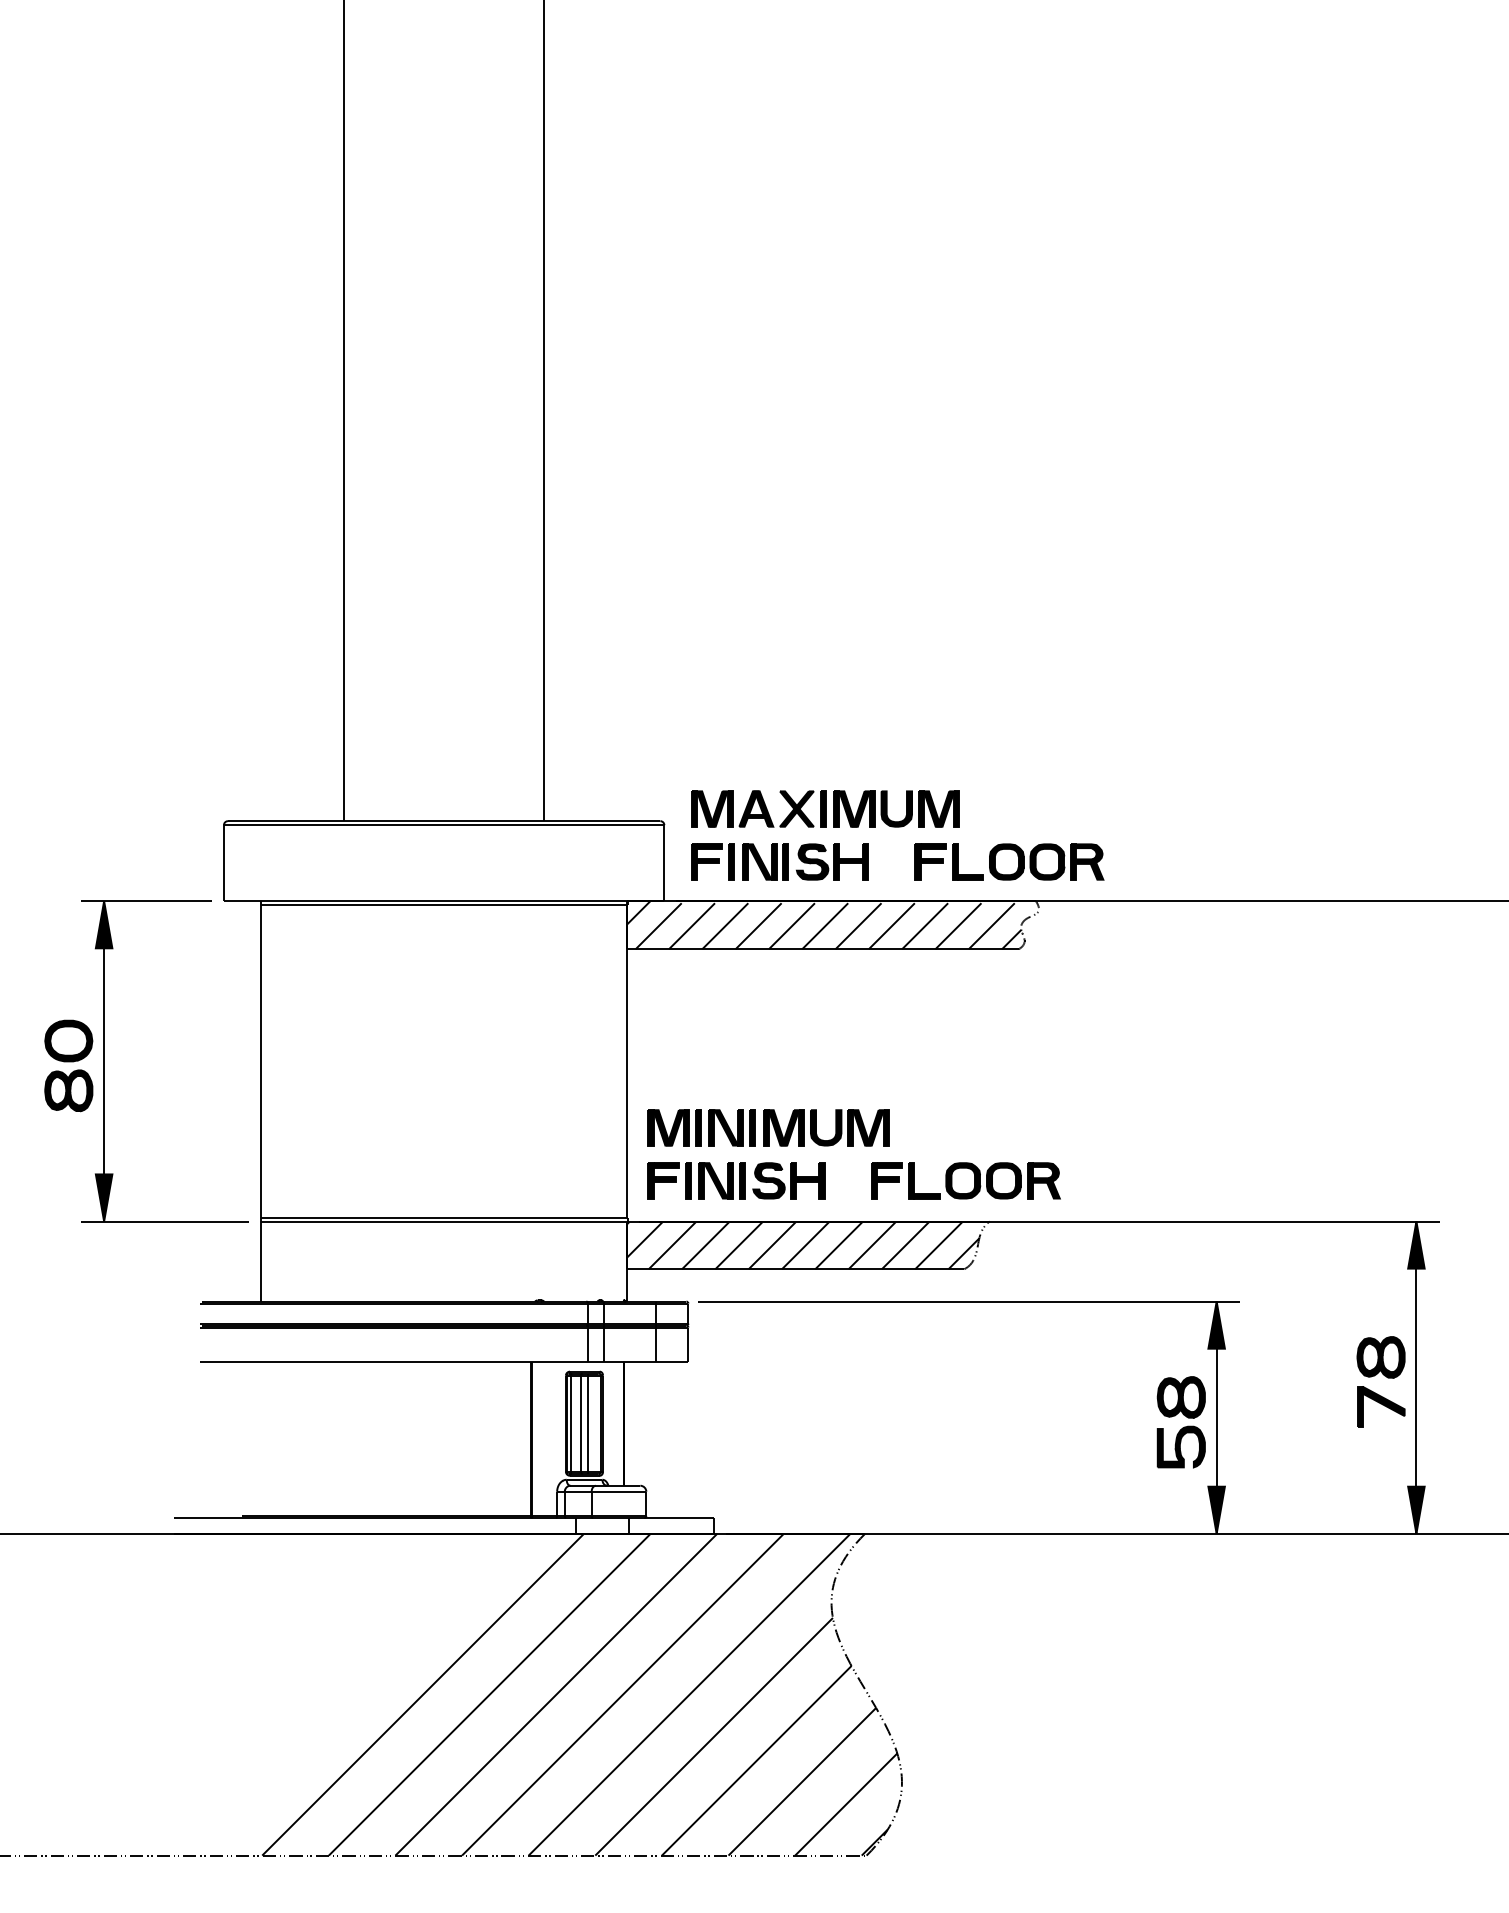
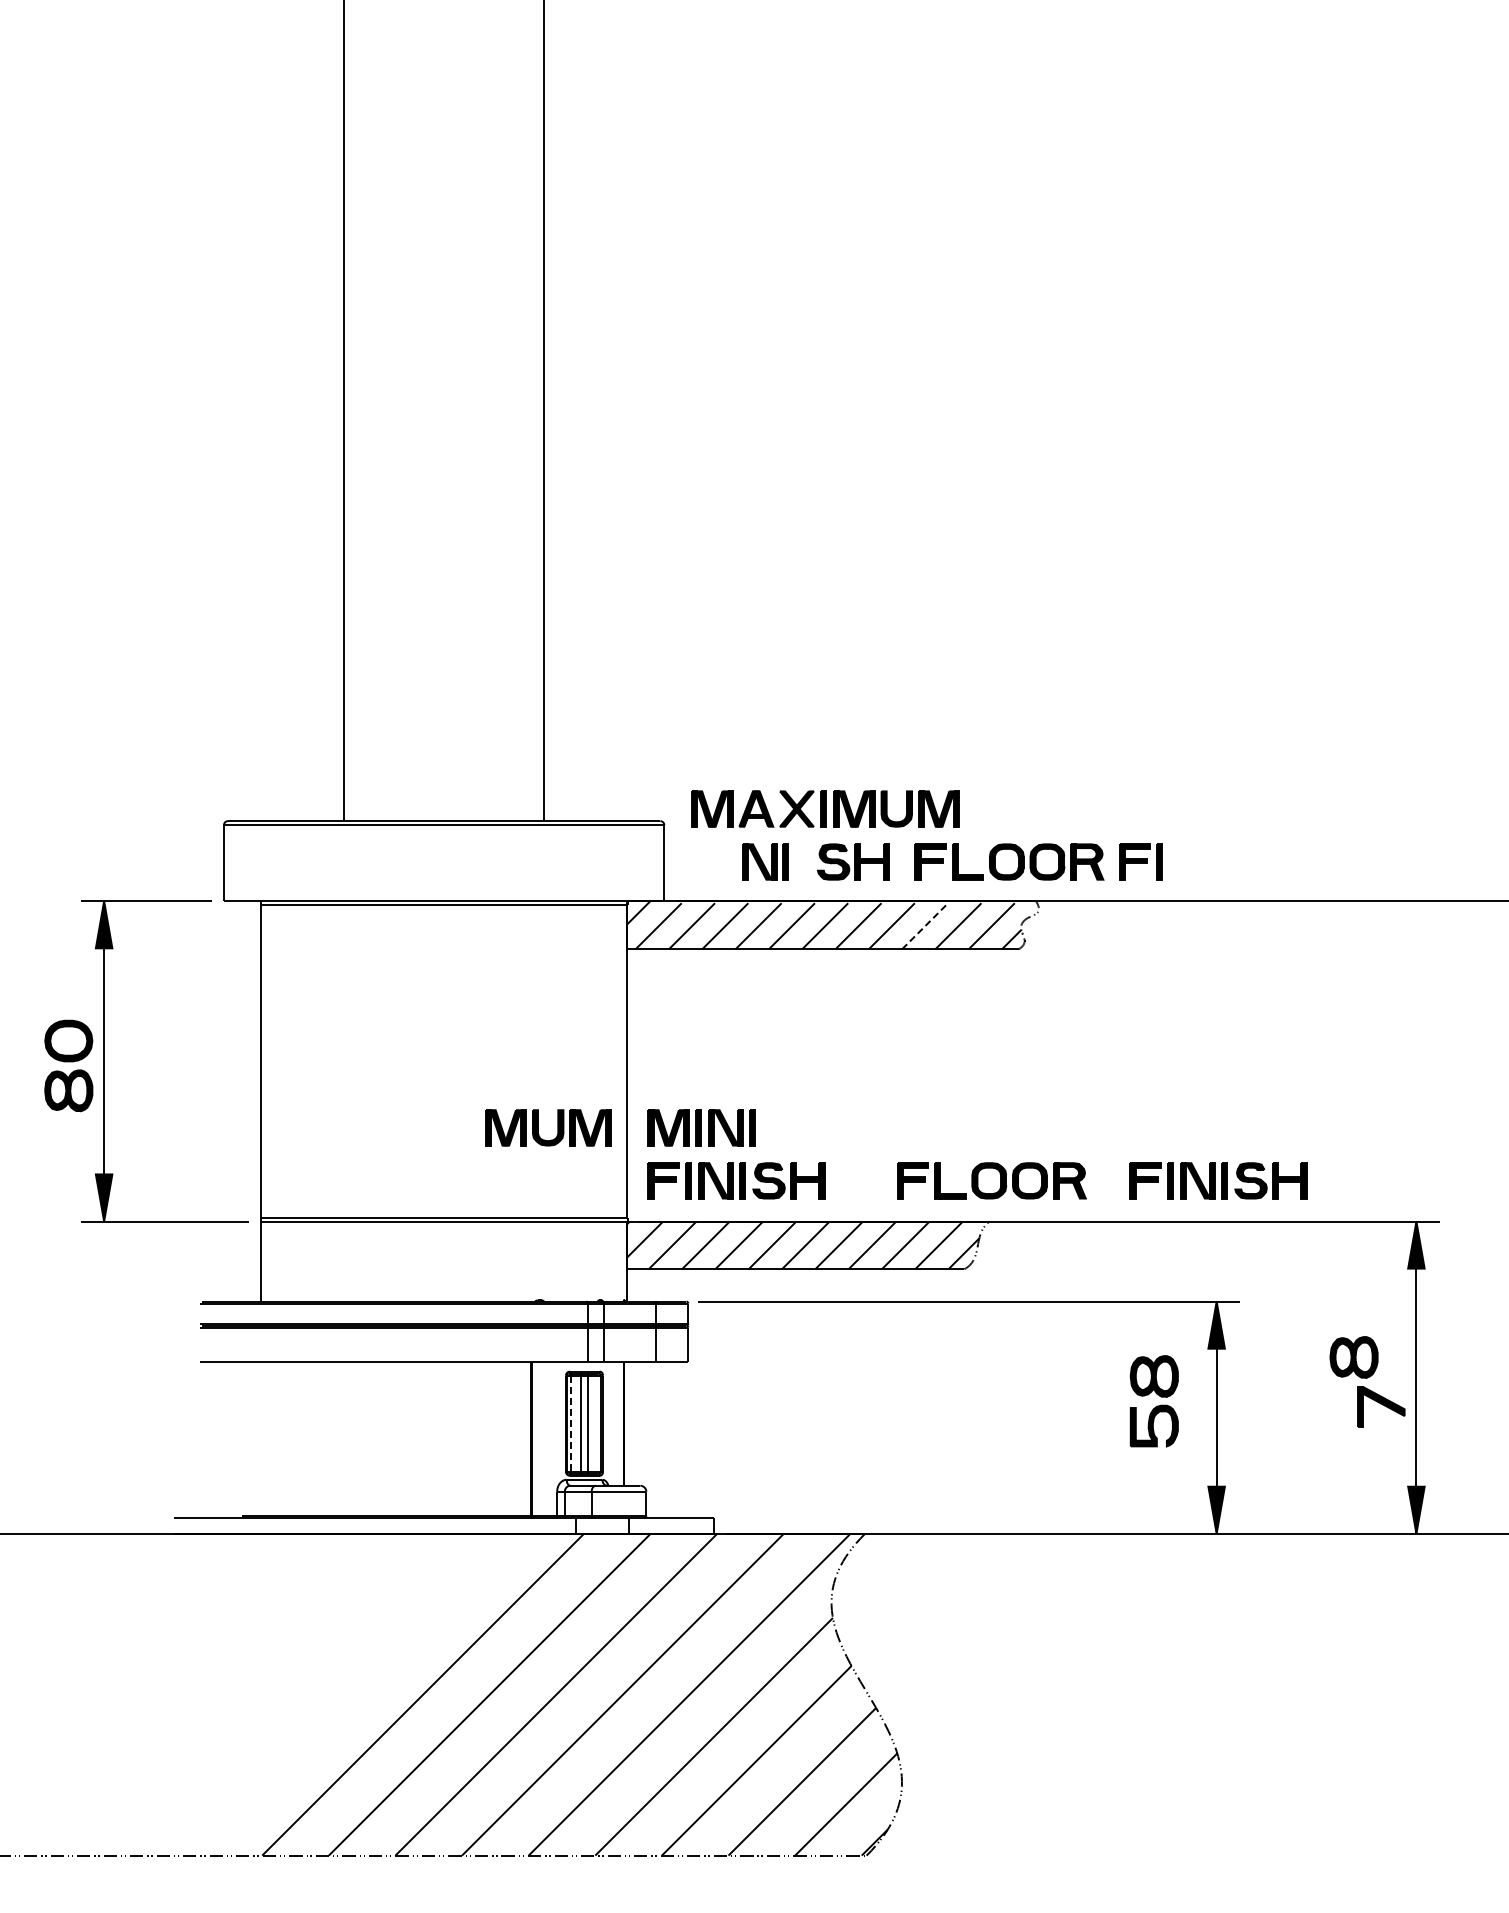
part at (712, 861) position: (712, 861) -> (1140, 861)
part at (832, 861) position: (832, 861) -> (853, 861)
line at (925, 926): solid -> dashed
part at (835, 1127) position: (835, 1127) -> (557, 1127)
part at (965, 1180) position: (965, 1180) -> (991, 1180)
part at (1218, 1180): none -> present
part at (1380, 1357) position: (1380, 1357) -> (1353, 1357)
part at (1180, 1422) position: (1180, 1422) -> (1153, 1401)
line at (571, 1424): solid -> dashed
